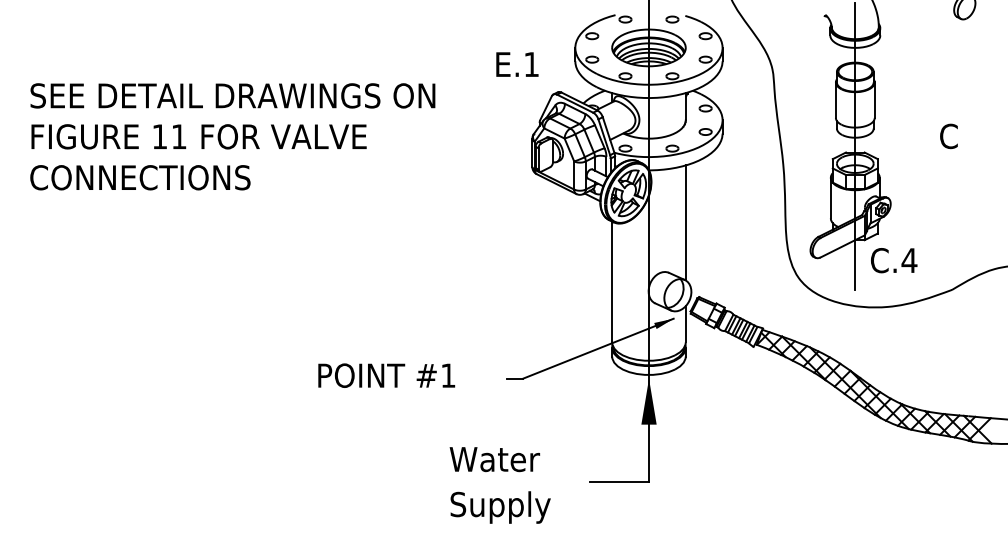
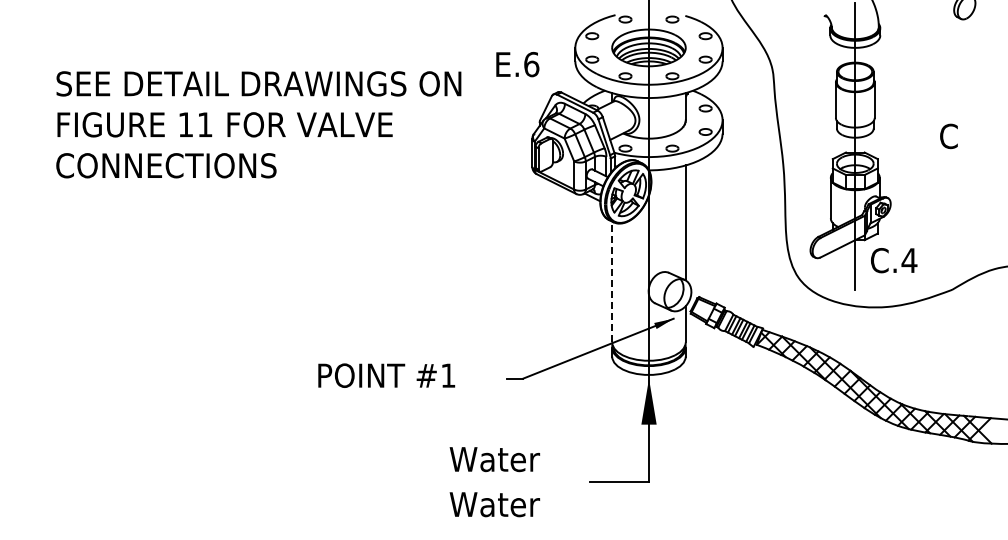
text at (531, 64): E.1 -> E.6
text at (232, 136) position: (232, 136) -> (258, 124)
line at (612, 281): solid -> dashed
text at (499, 507): Supply -> Water
